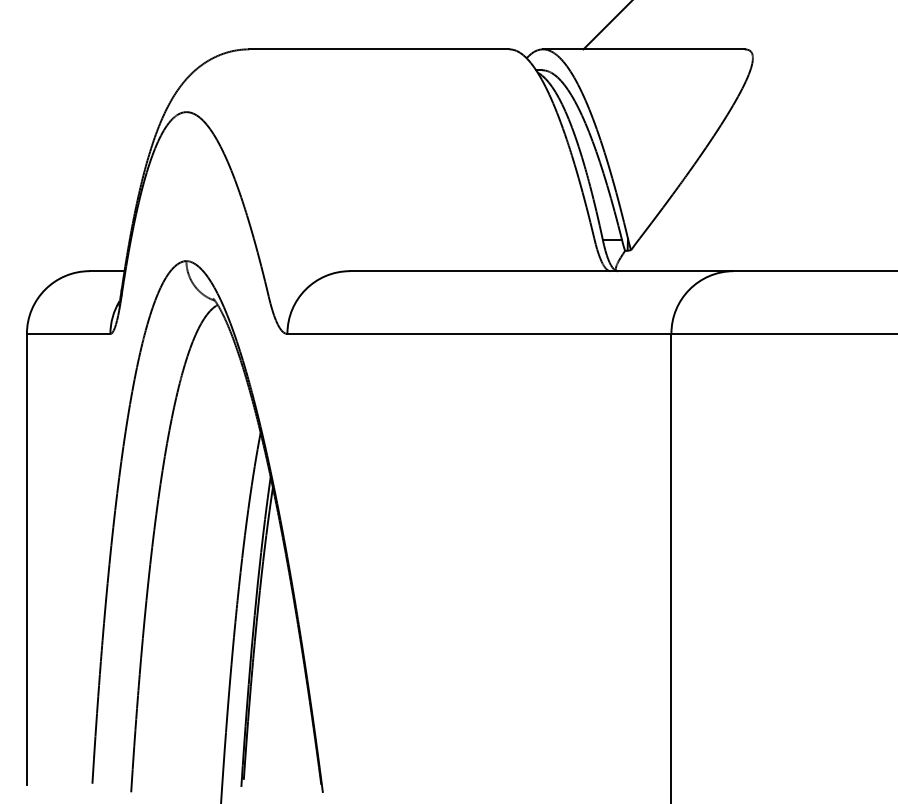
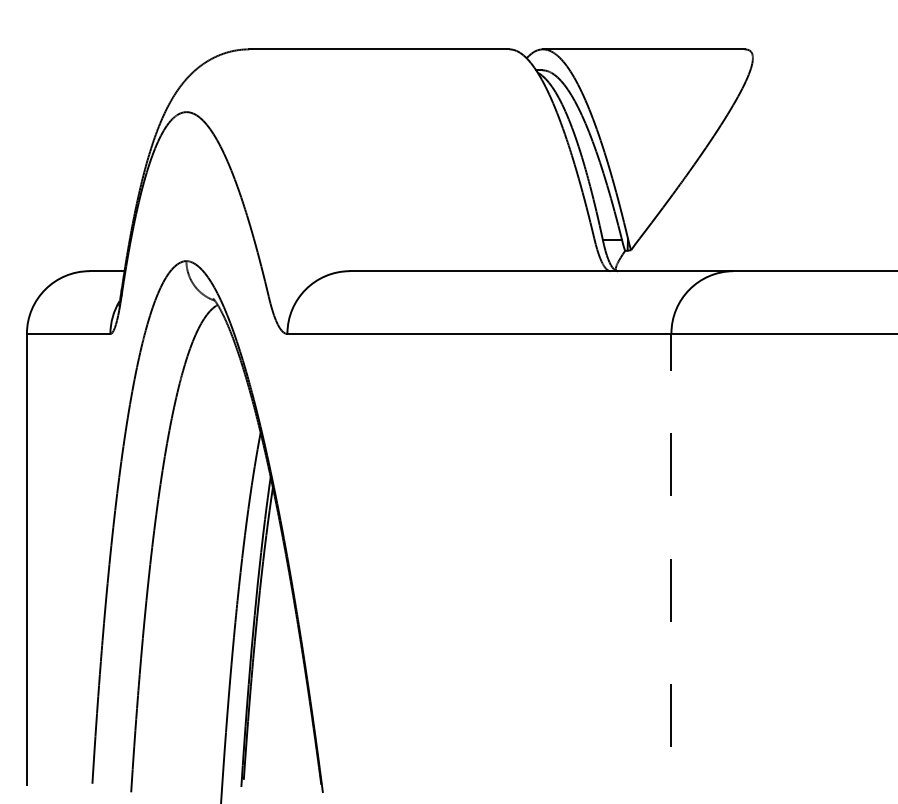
line at (606, 25): present -> none
line at (671, 568): solid -> dashed
